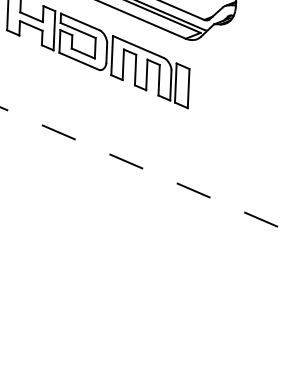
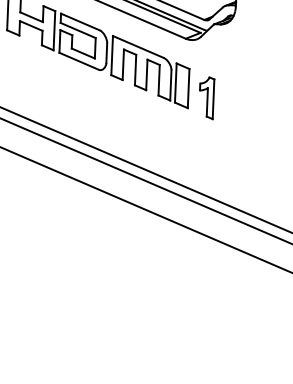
part at (207, 98): none -> present
line at (146, 170): dashed -> solid
line at (145, 181): none -> present
line at (145, 209): none -> present
